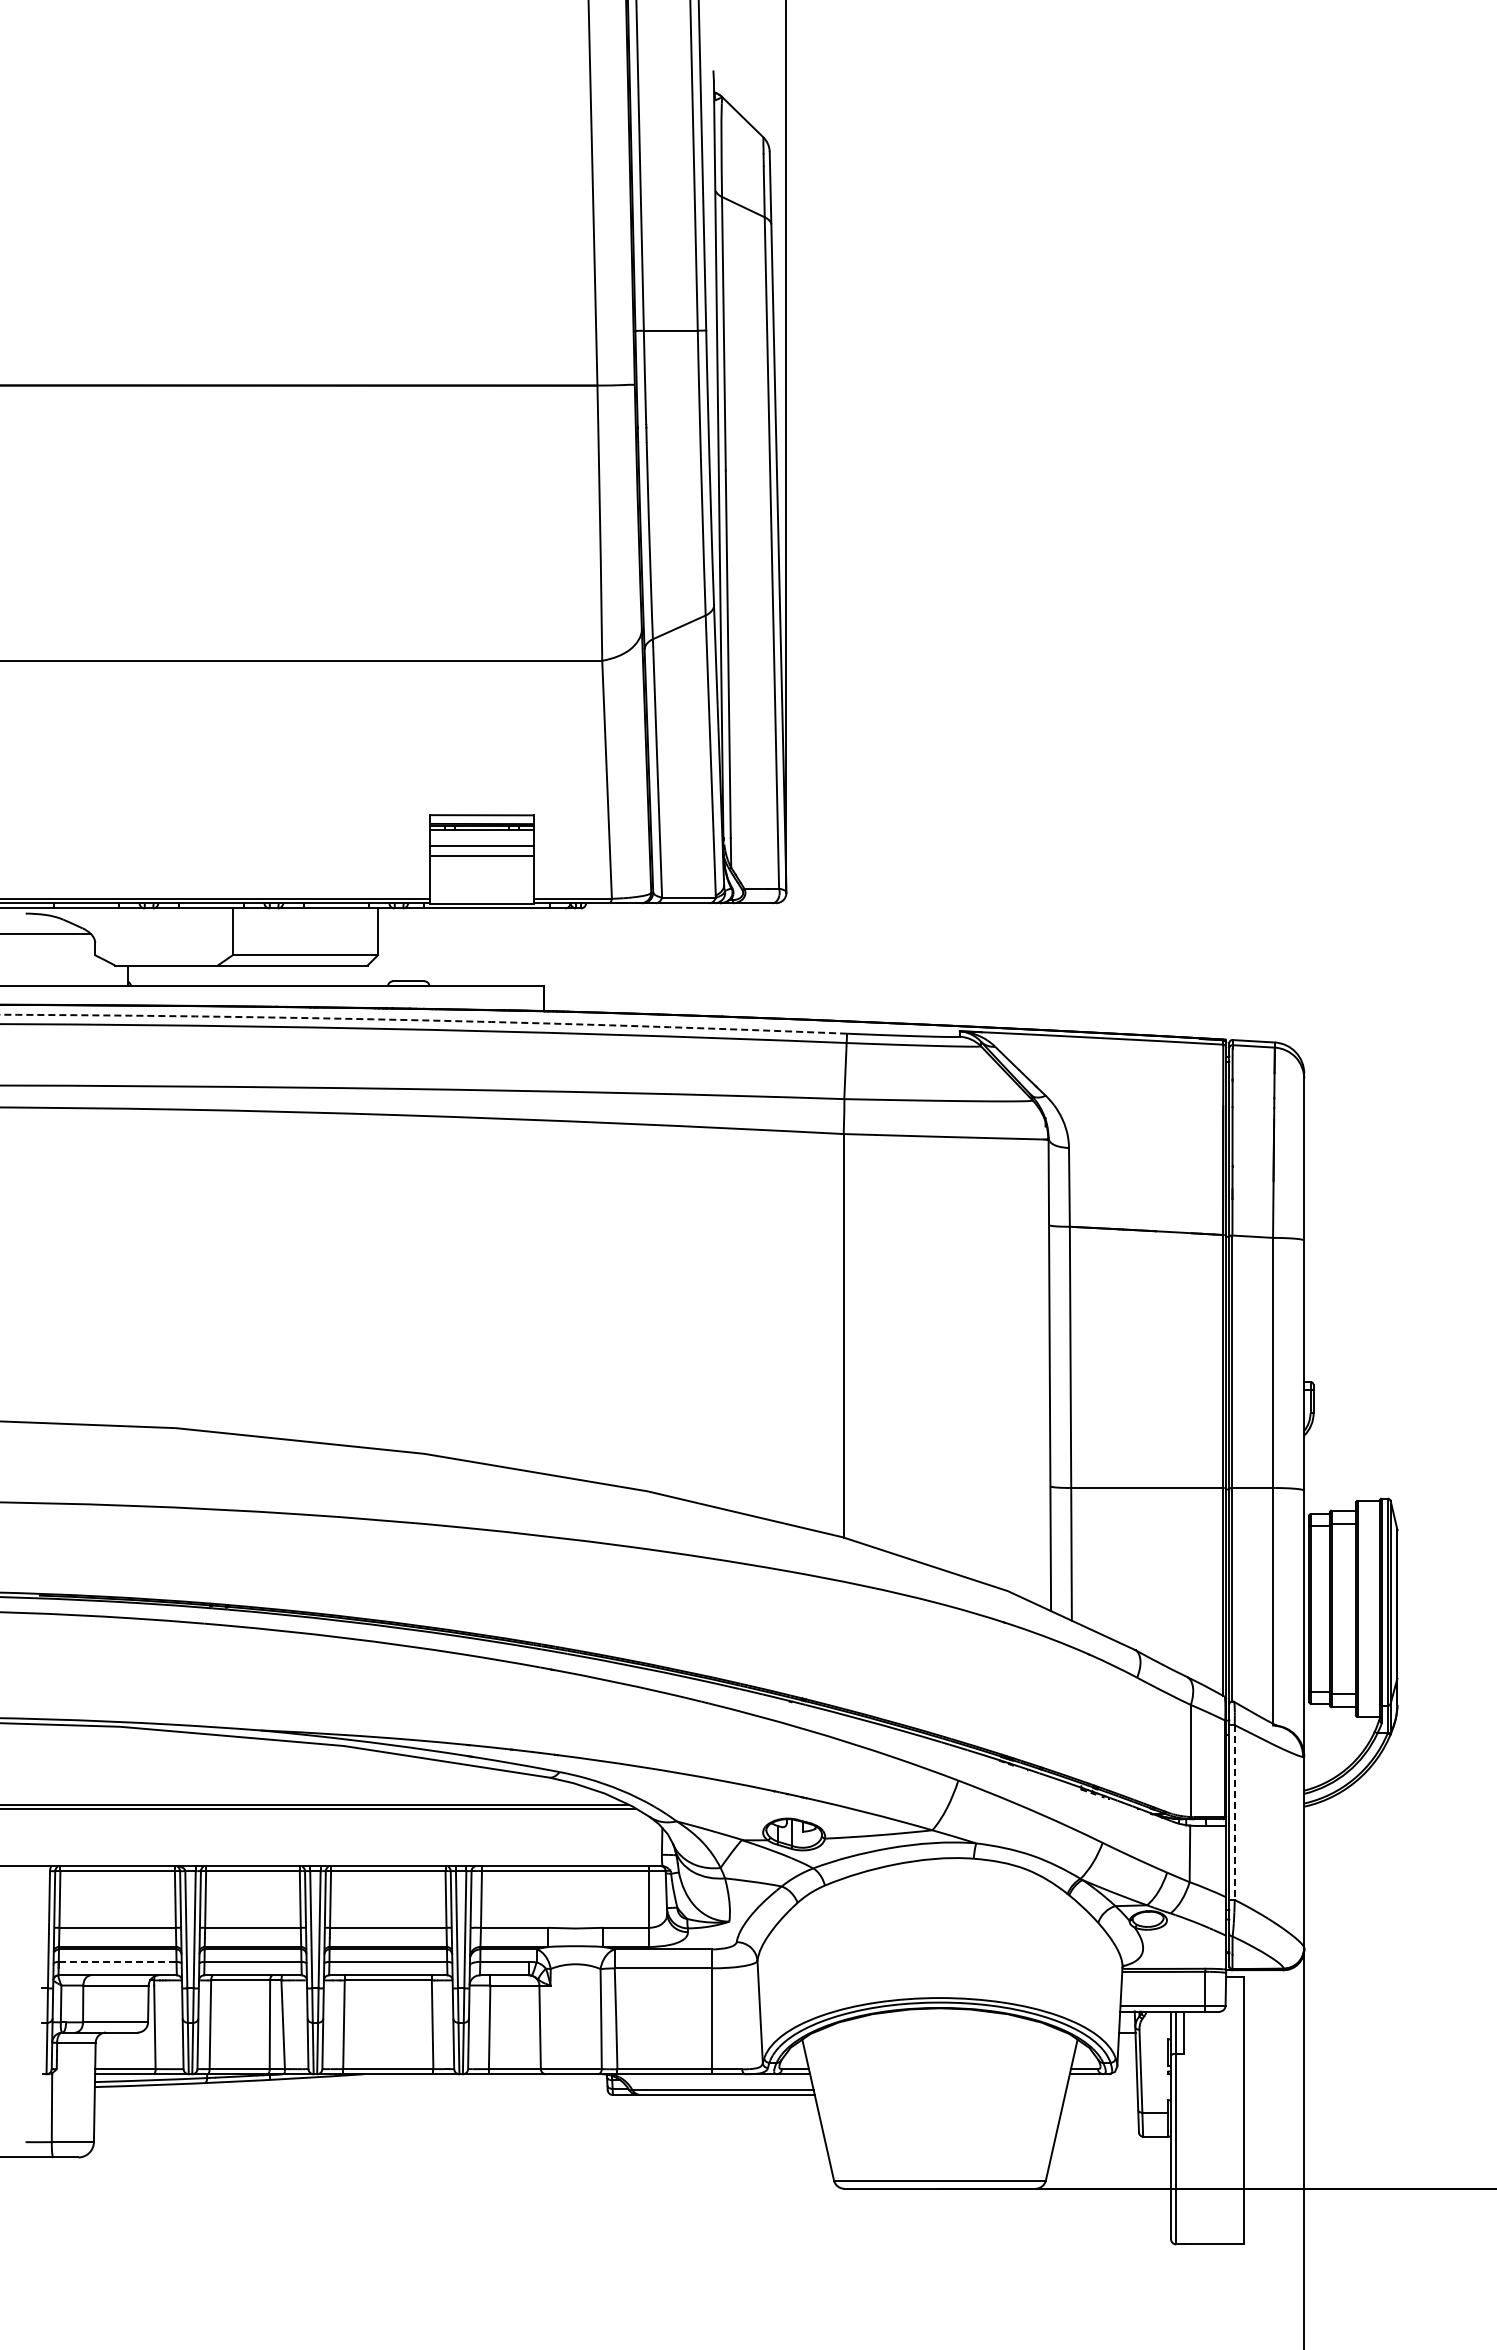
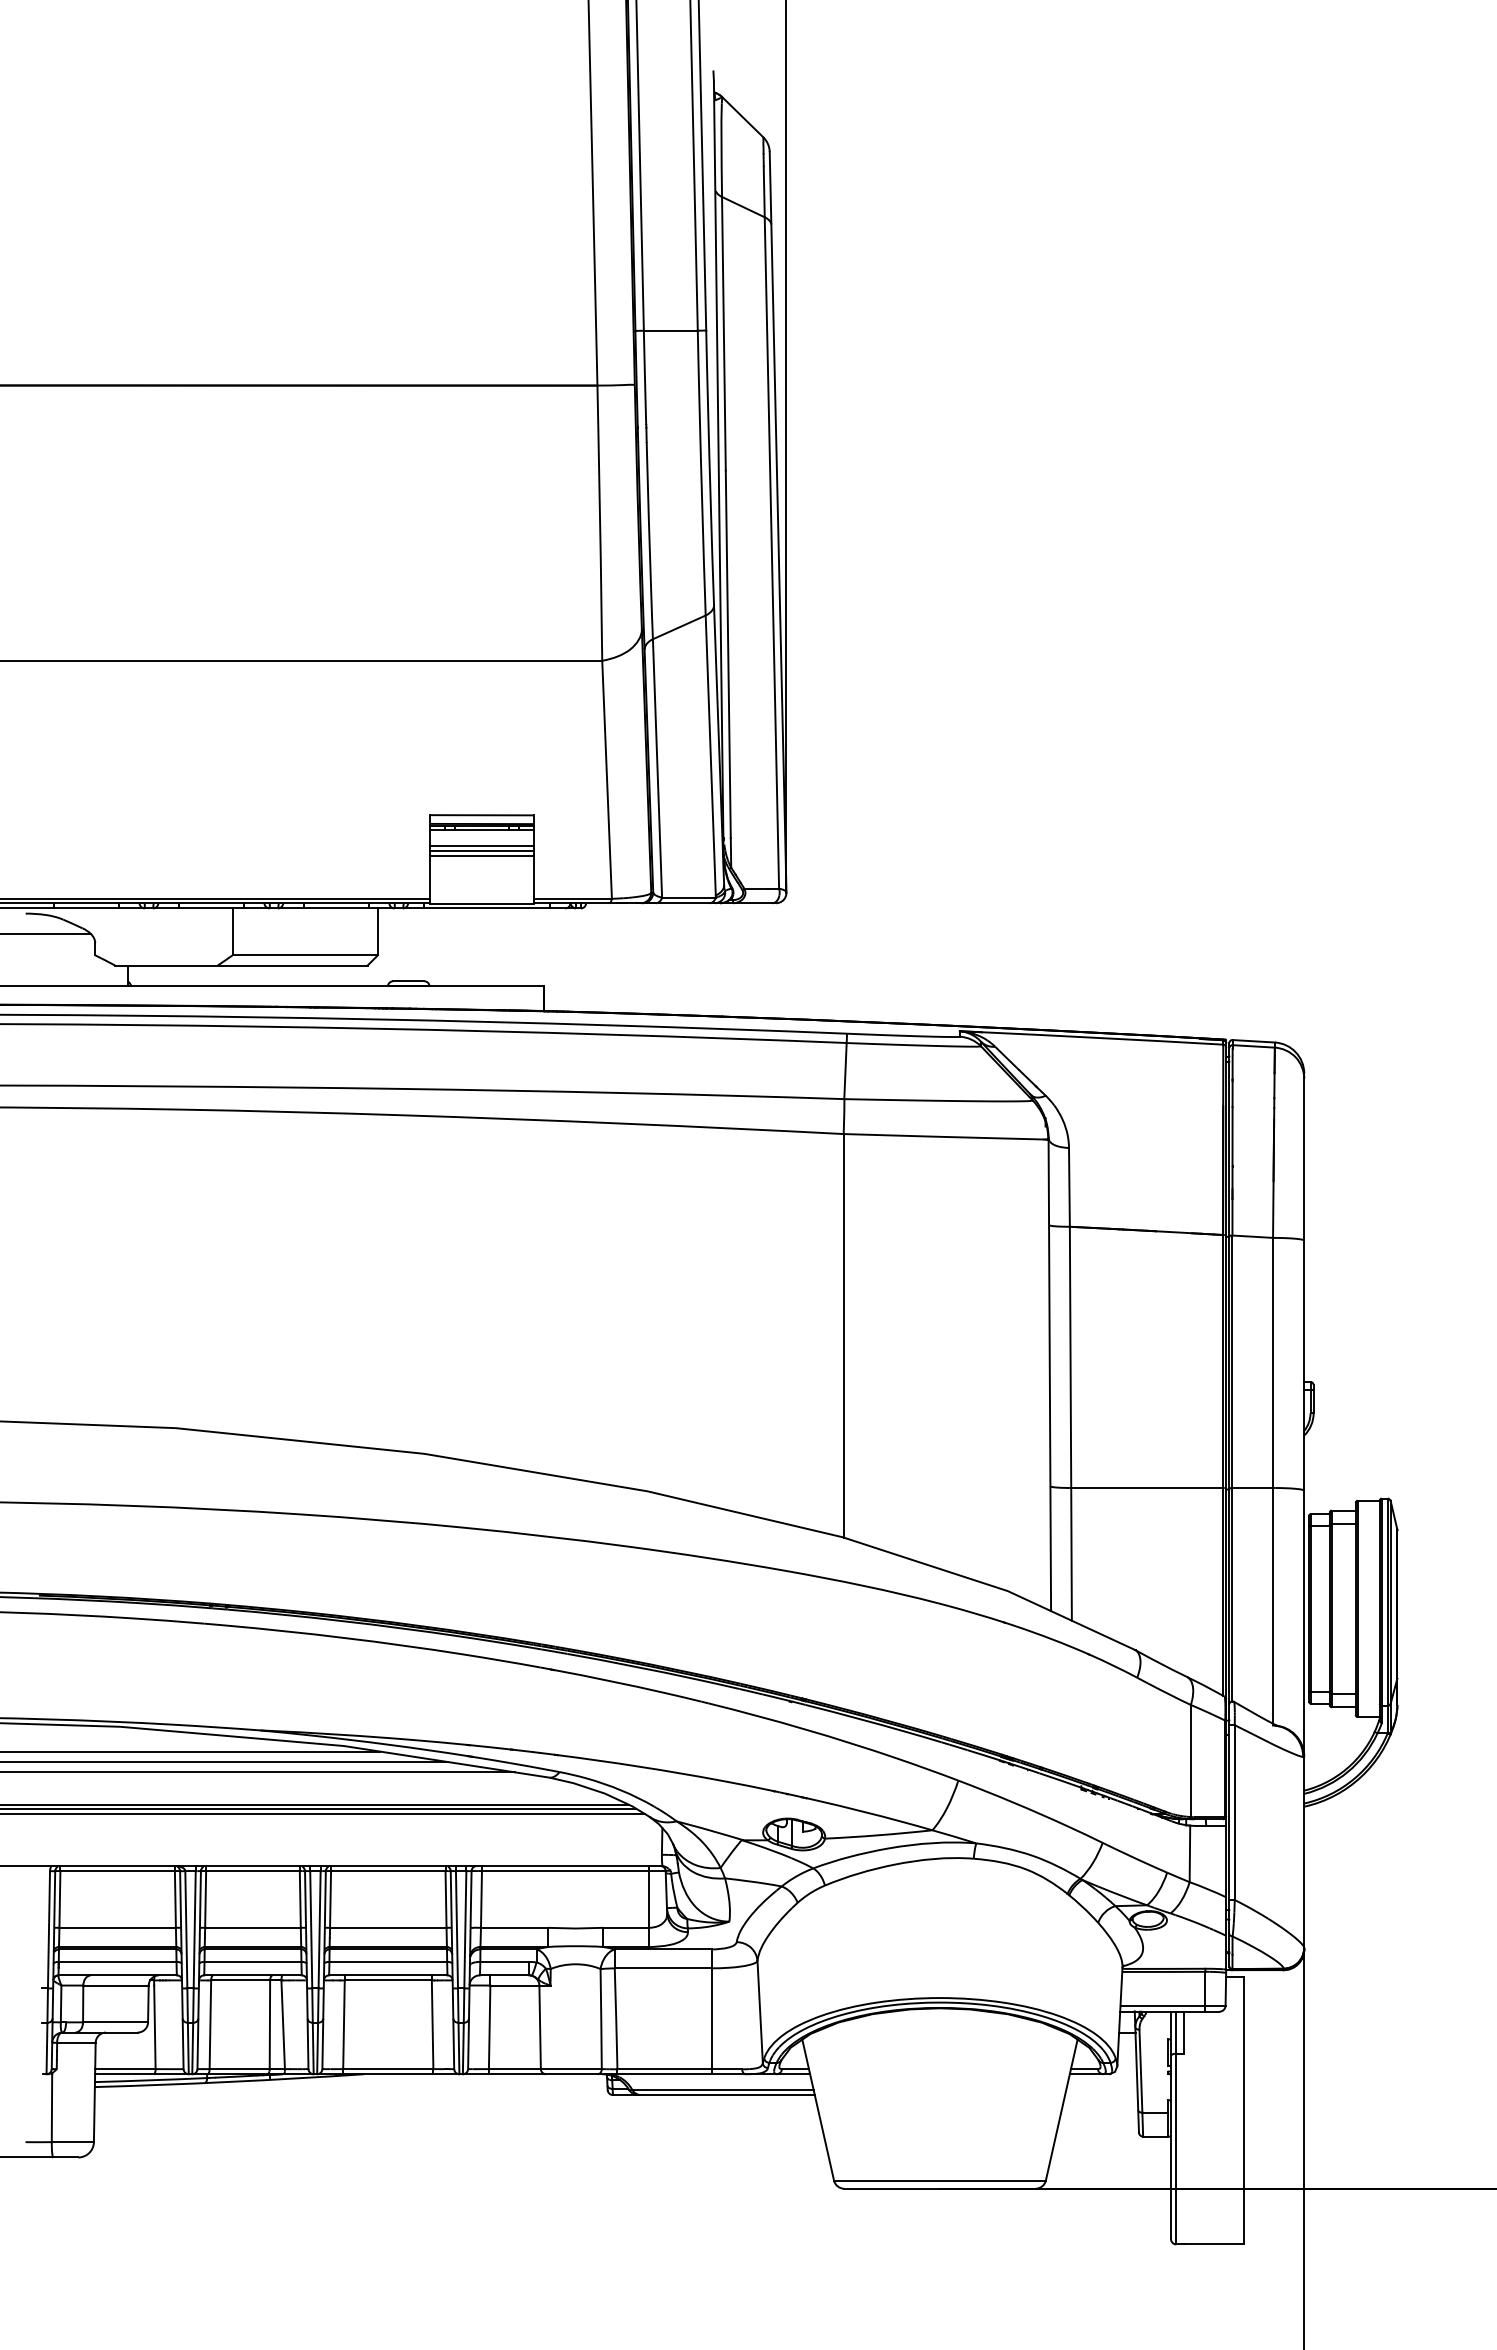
line at (481, 851): none -> present
arc at (422, 1020): dashed -> solid
line at (191, 1751): none -> present
line at (224, 1761): none -> present
line at (258, 1772): none -> present
line at (1234, 1813): dashed -> solid
line at (323, 1814): none -> present
line at (117, 1961): dashed -> solid
